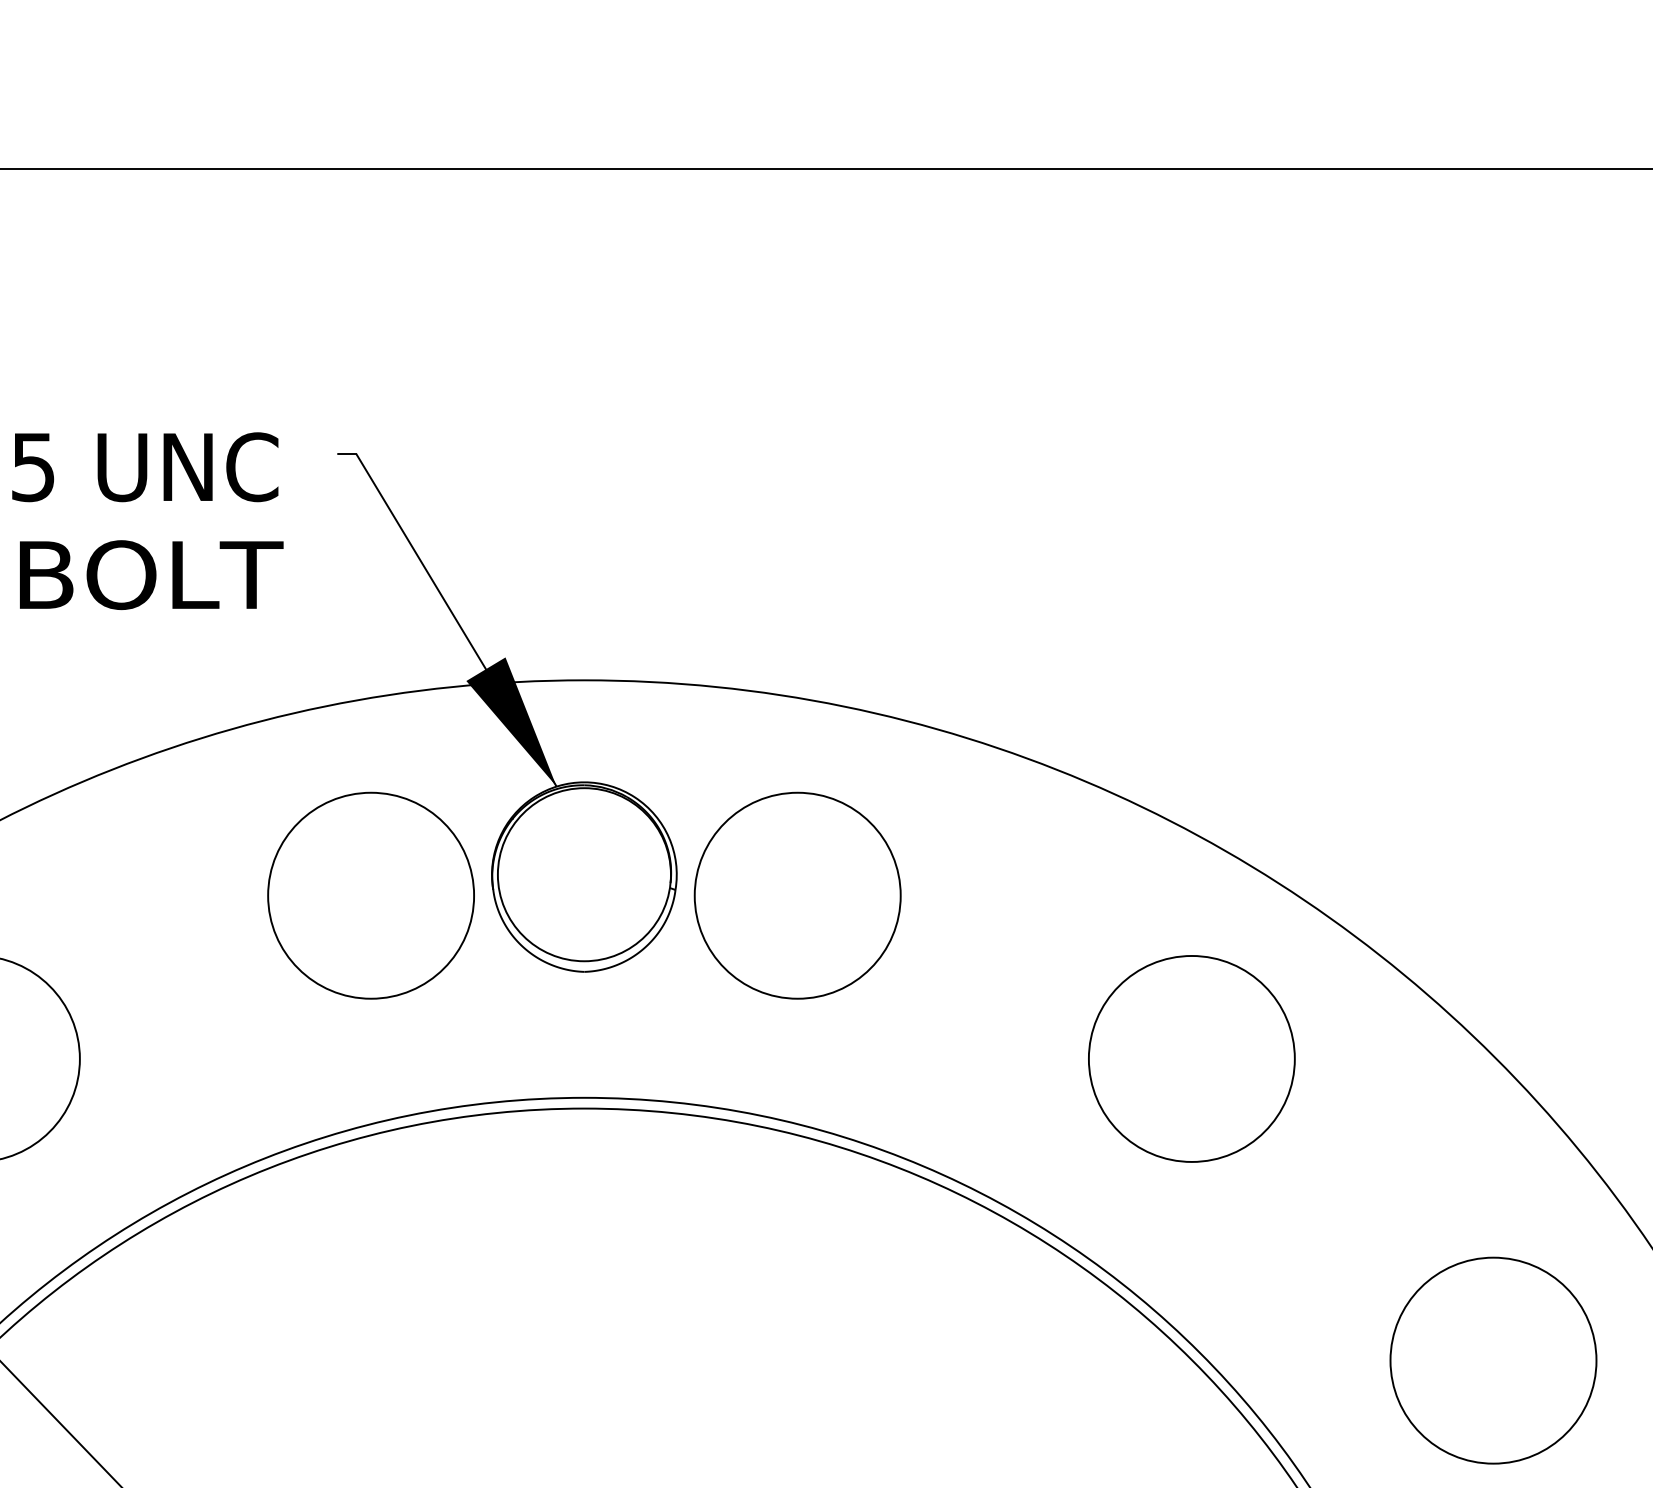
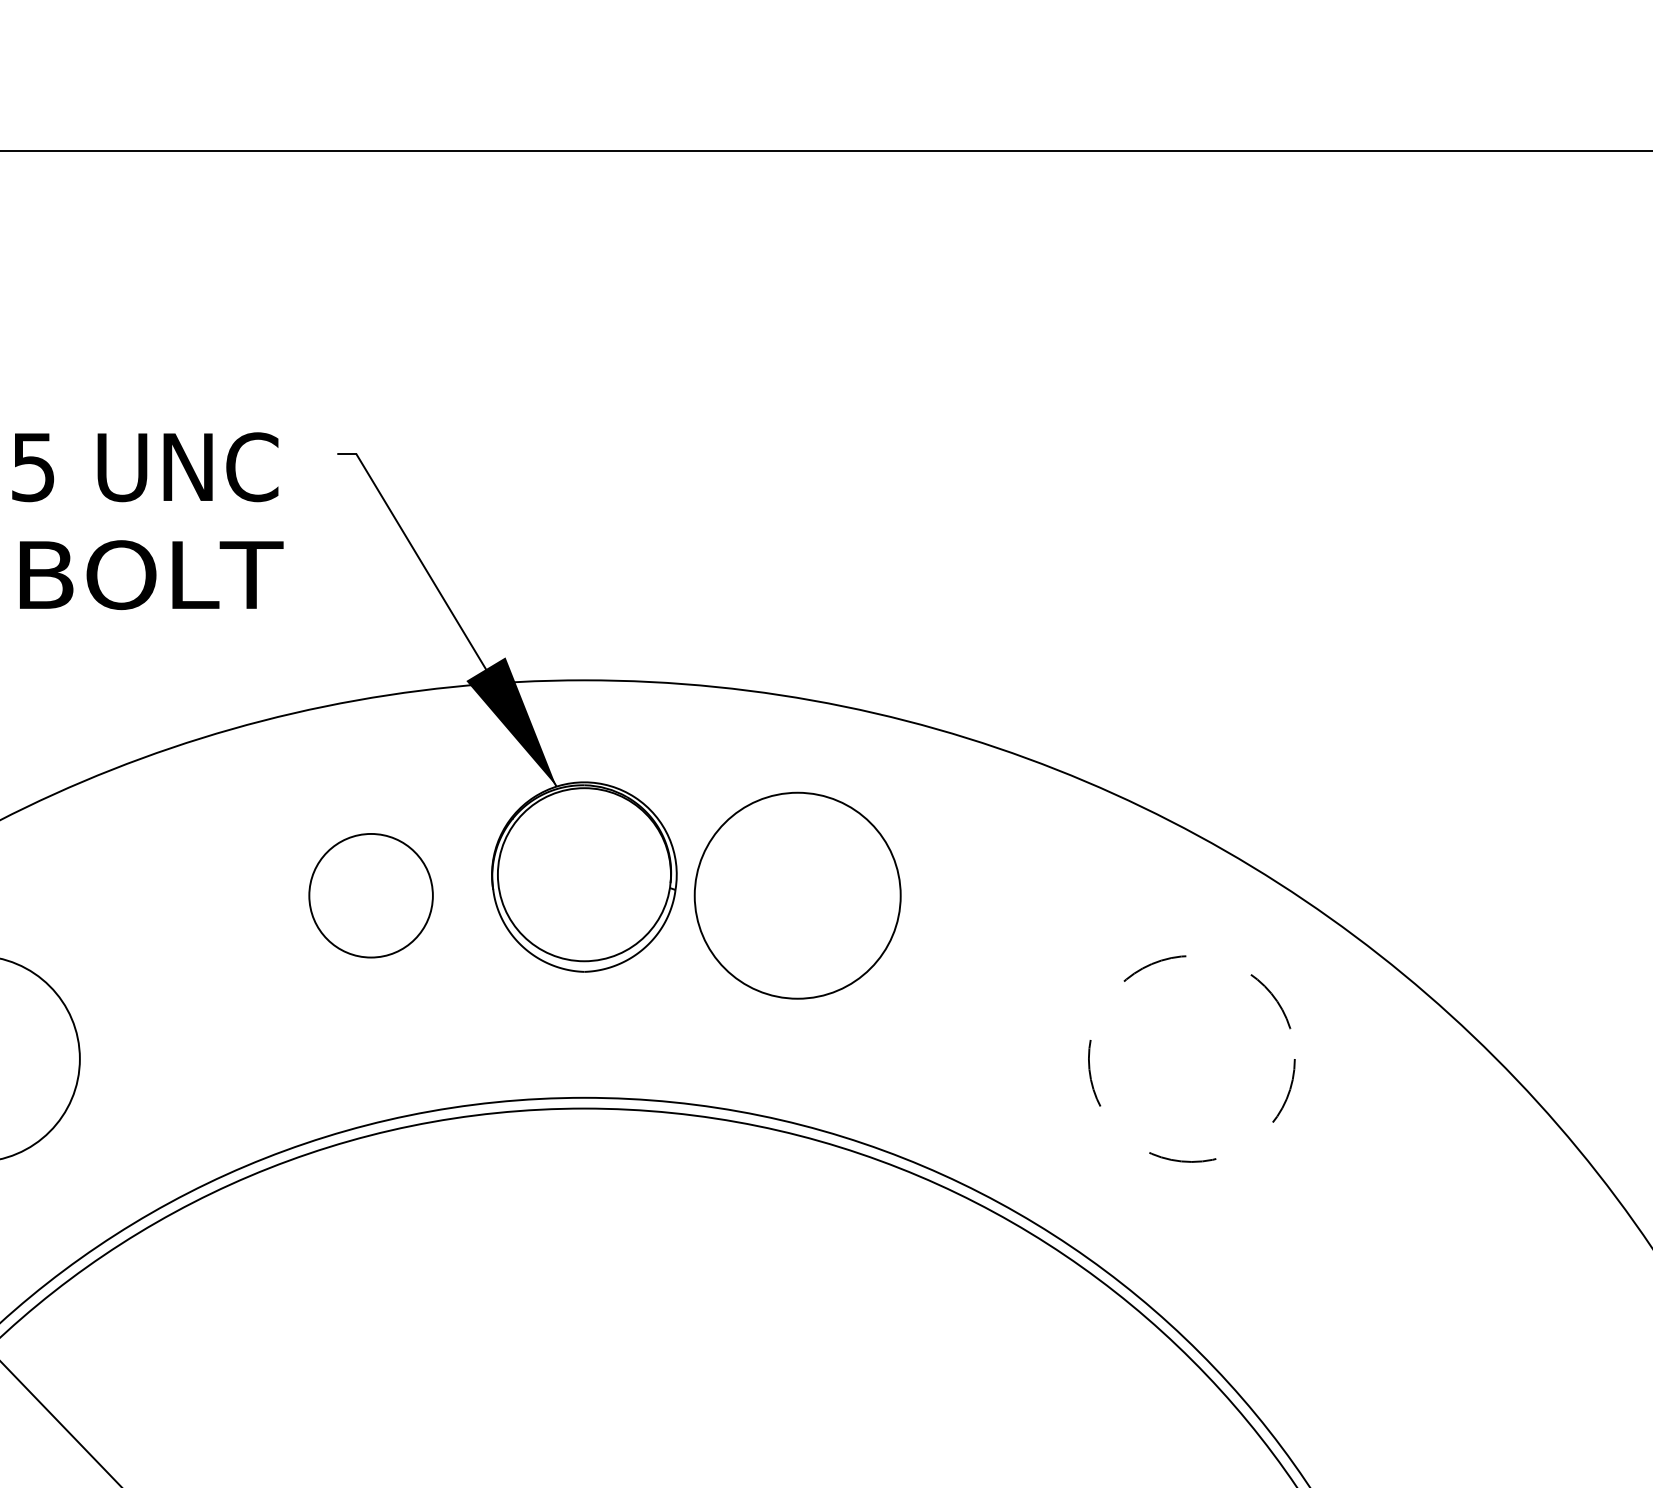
line at (825, 169) position: (825, 169) -> (825, 151)
circle at (371, 895) diameter: 206 px -> 124 px
circle at (1191, 1058): solid -> dashed
circle at (1493, 1360): present -> none
